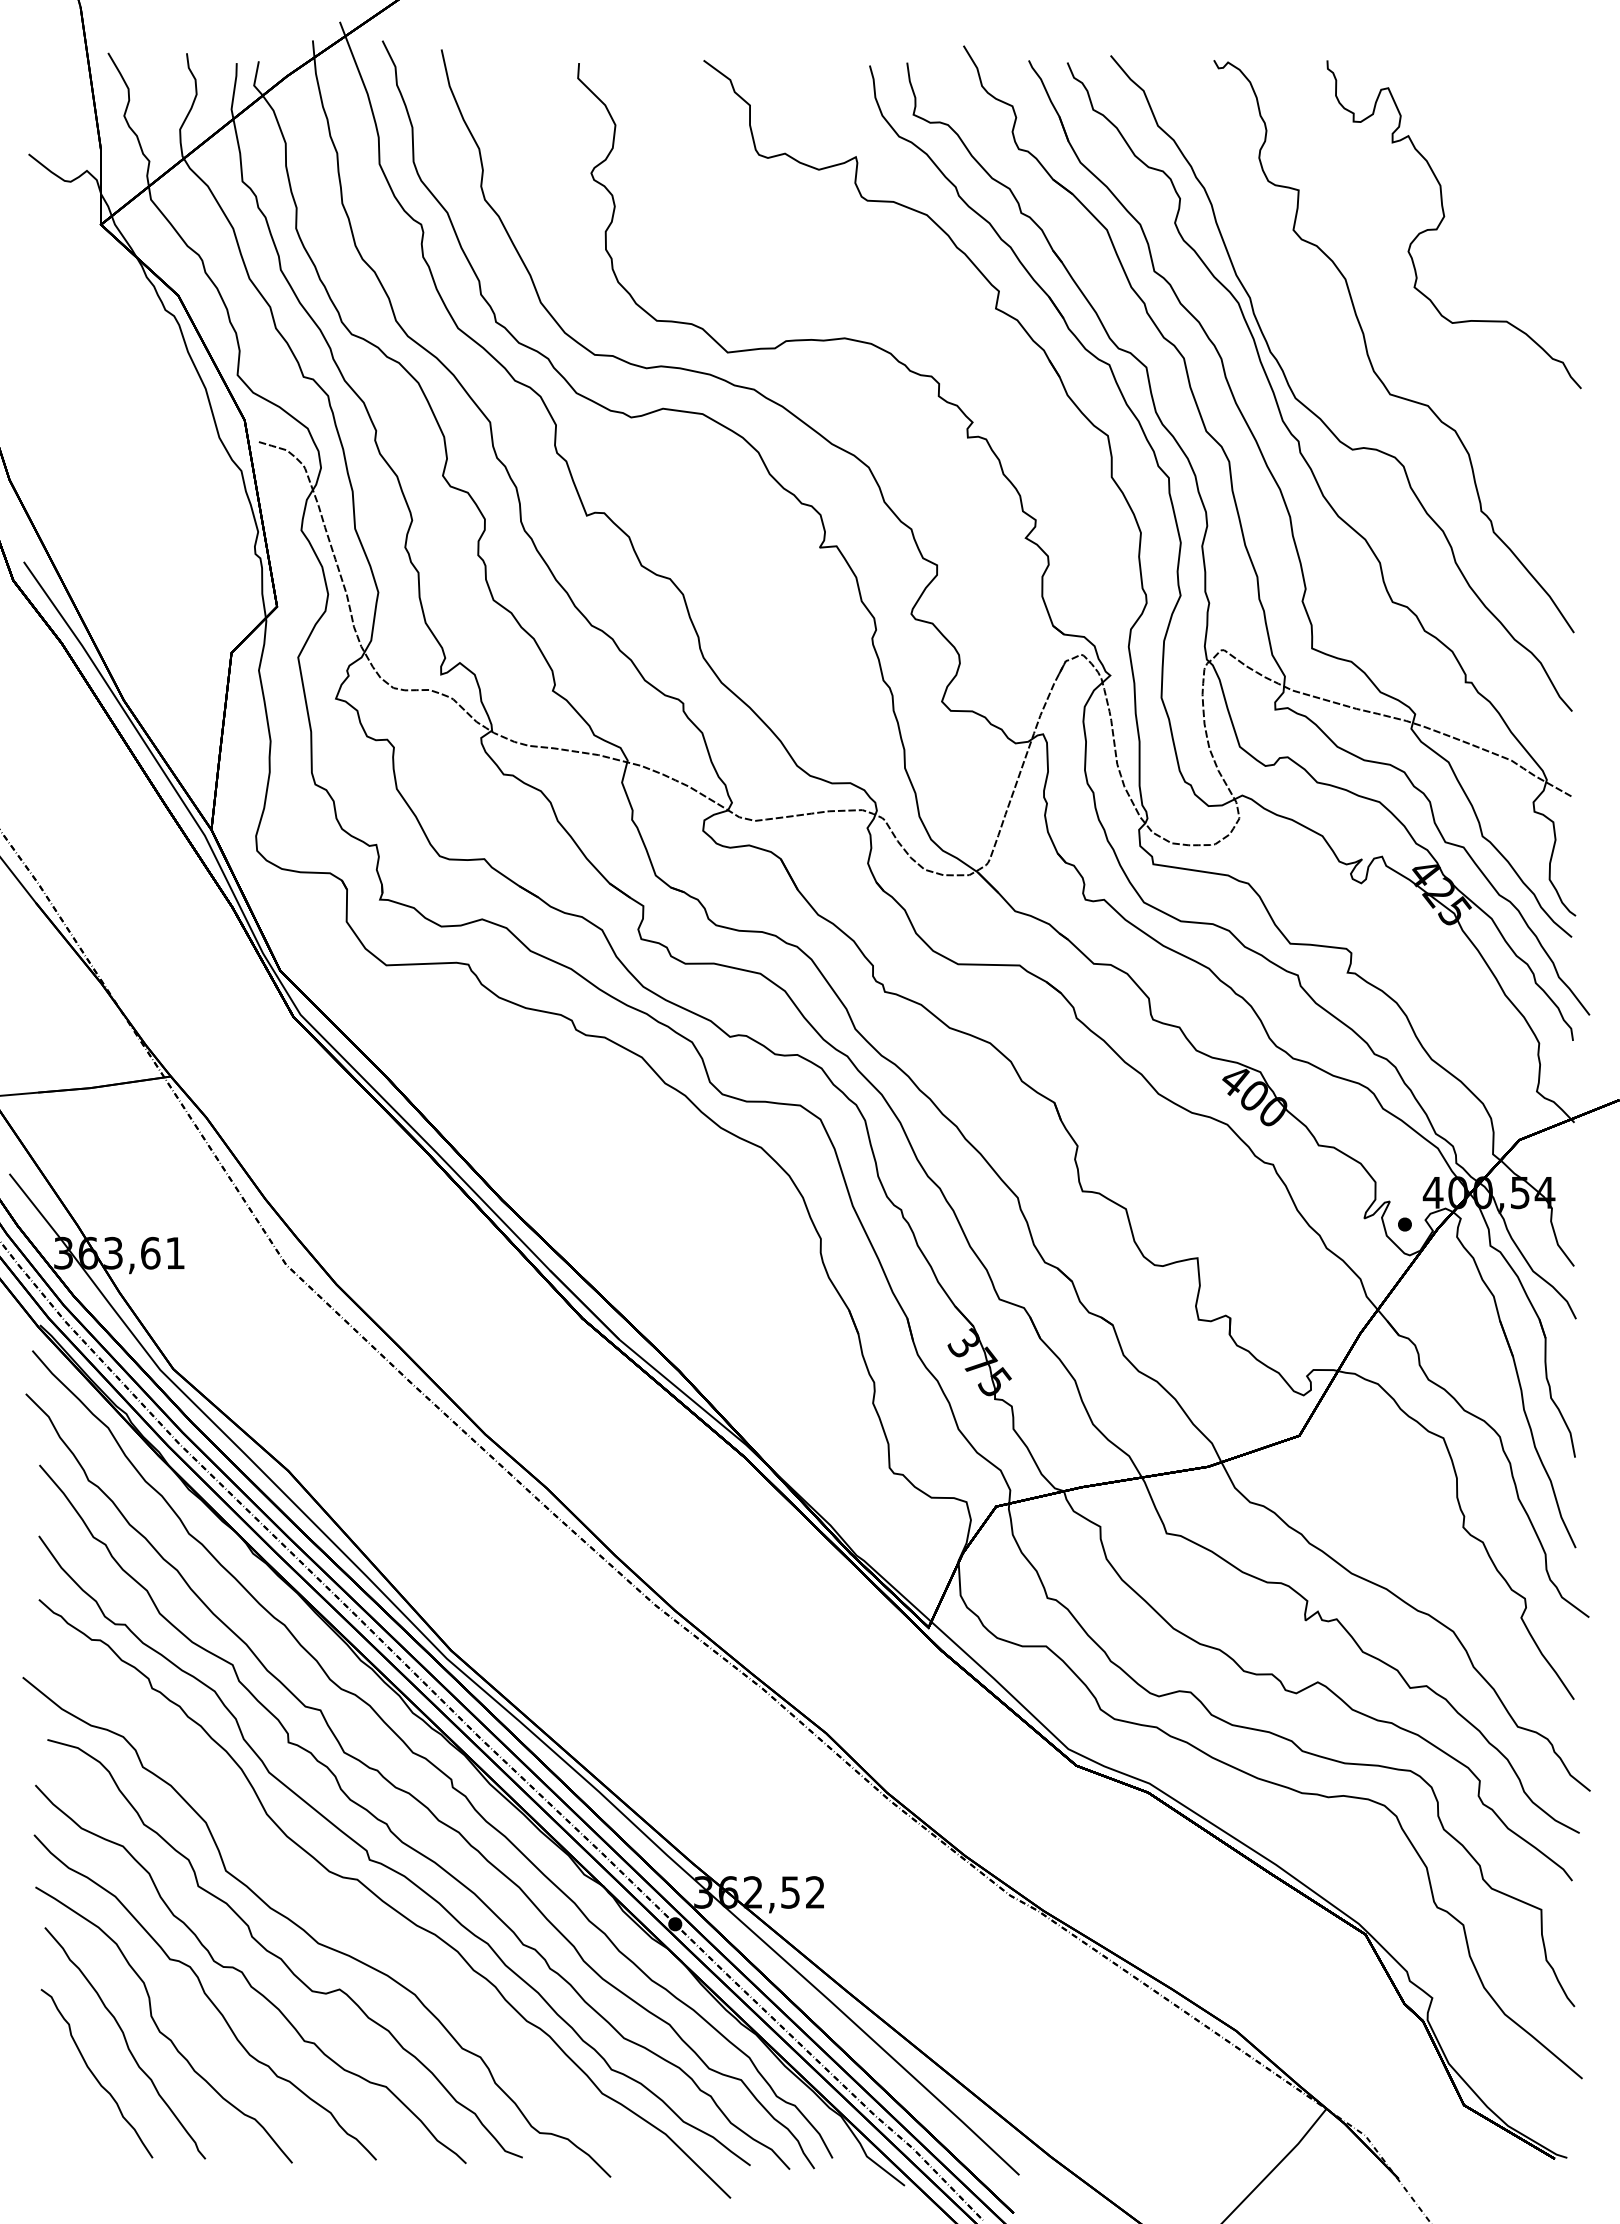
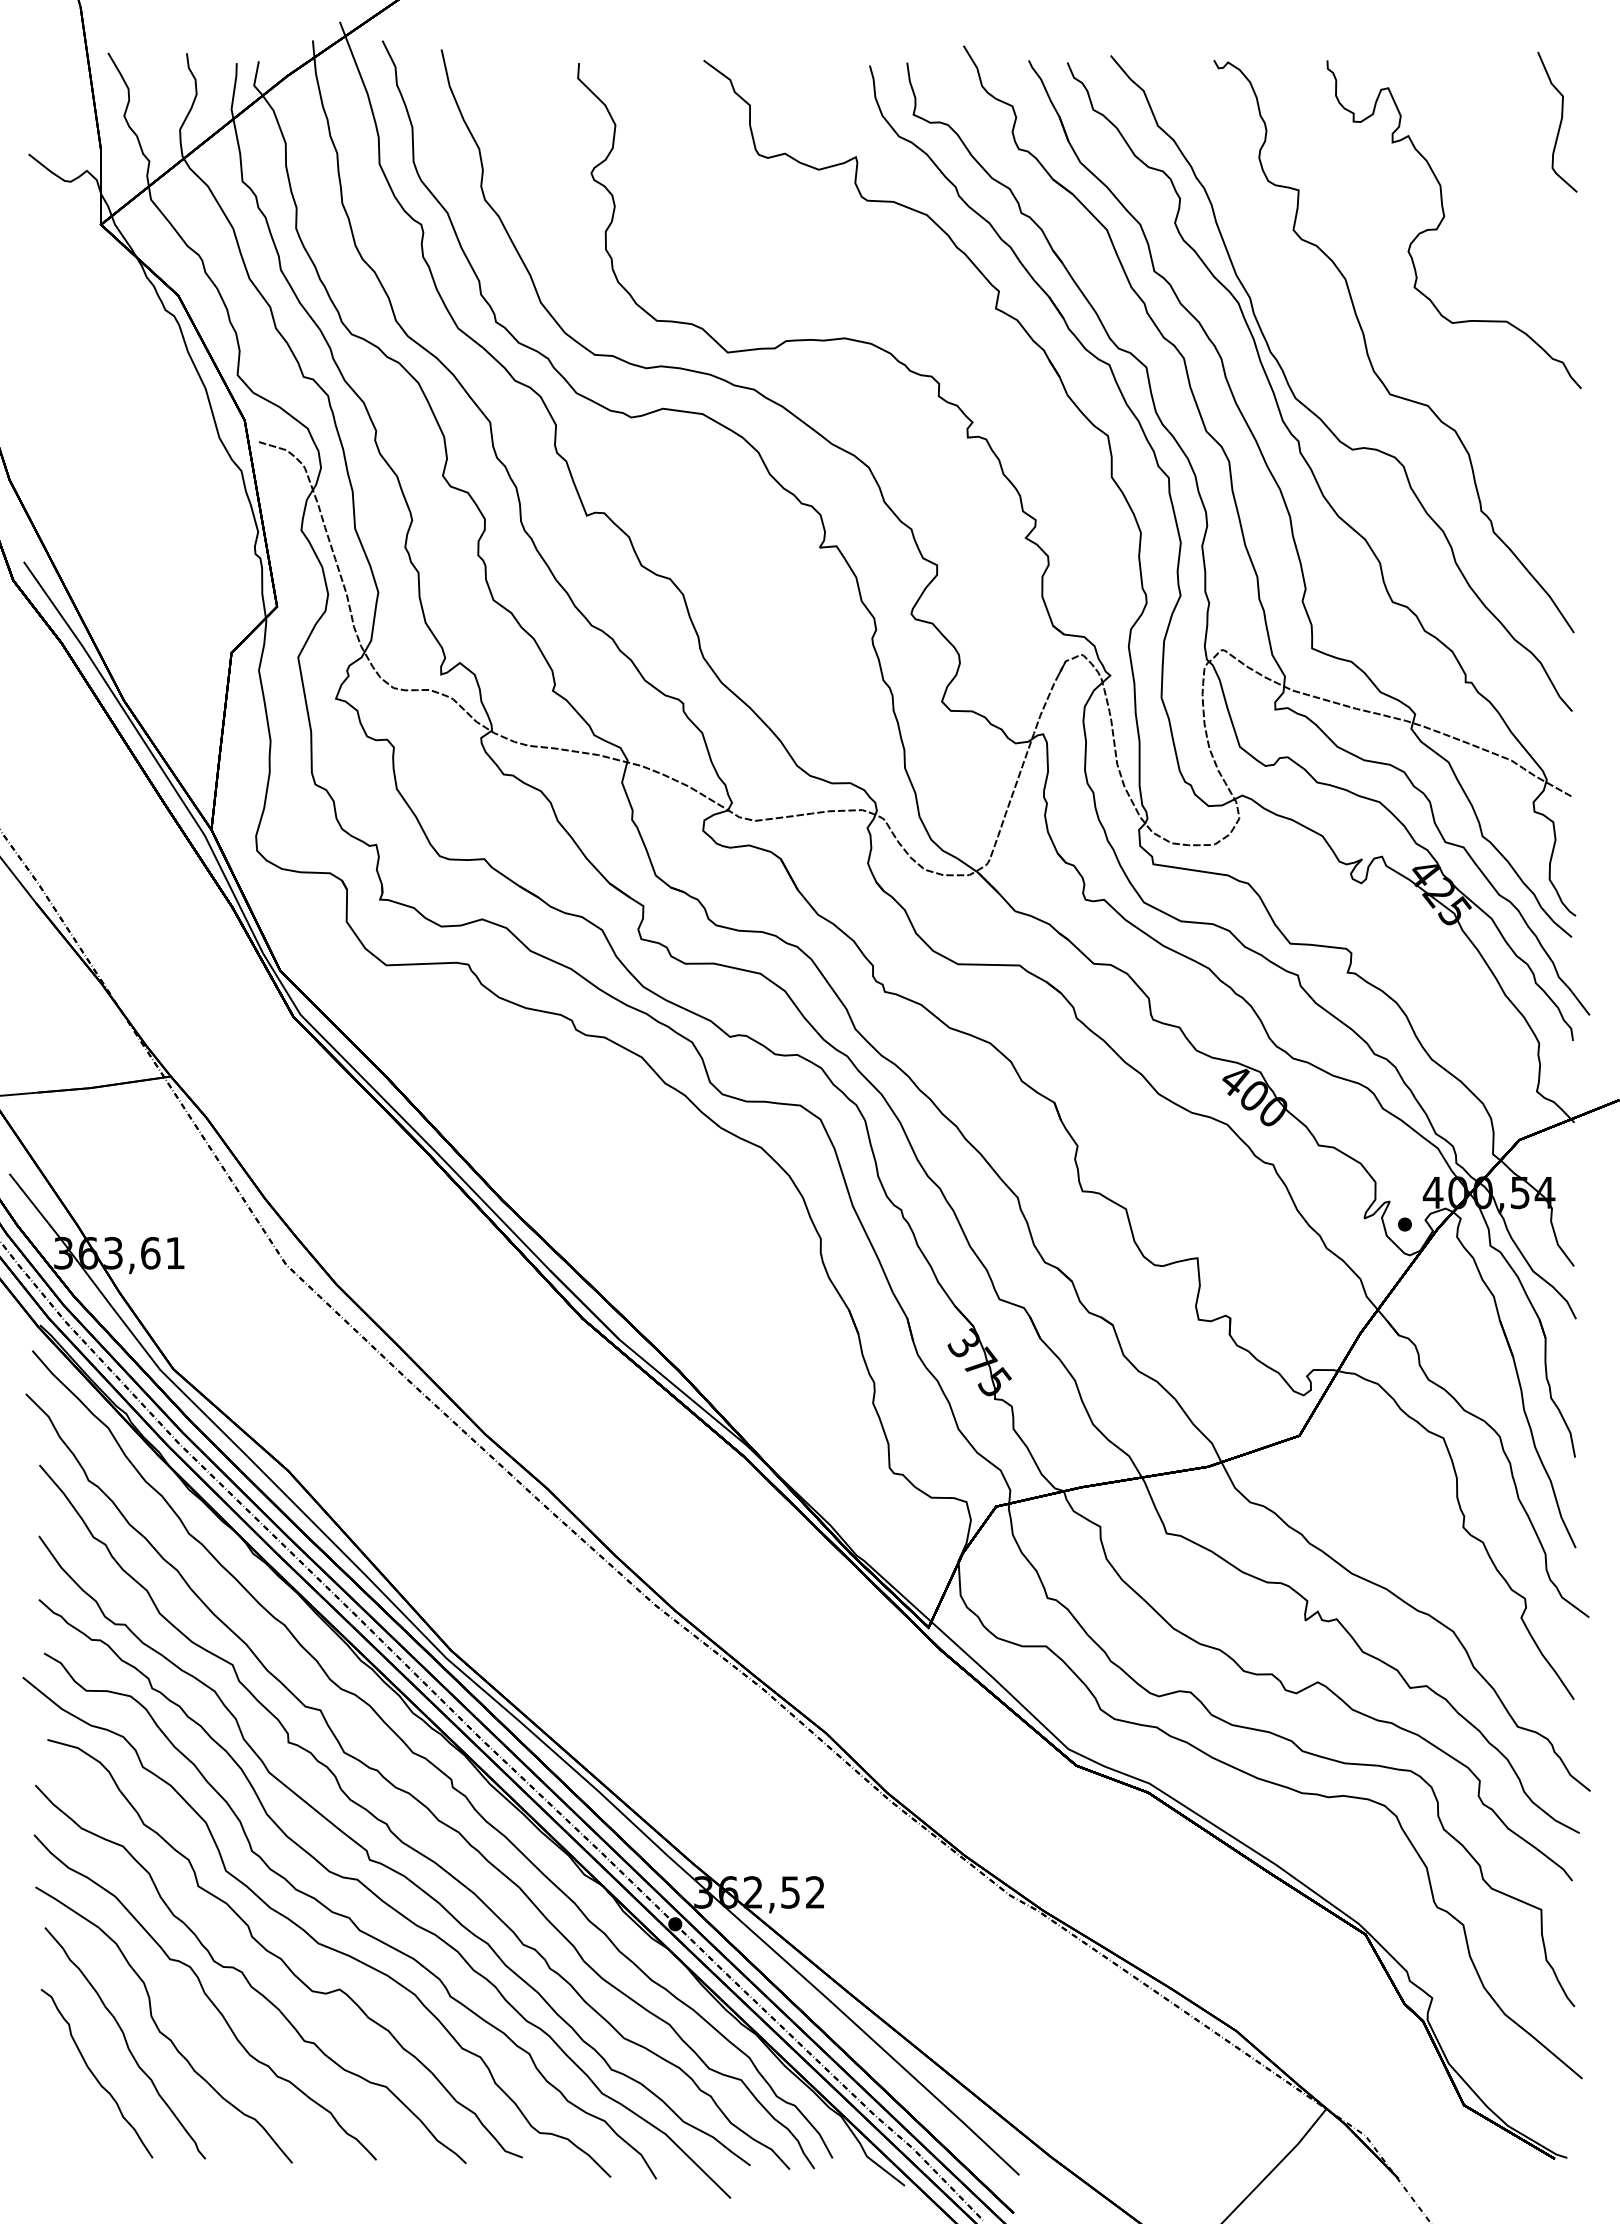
curve at (1559, 123): none -> present
curve at (350, 1917): none -> present
